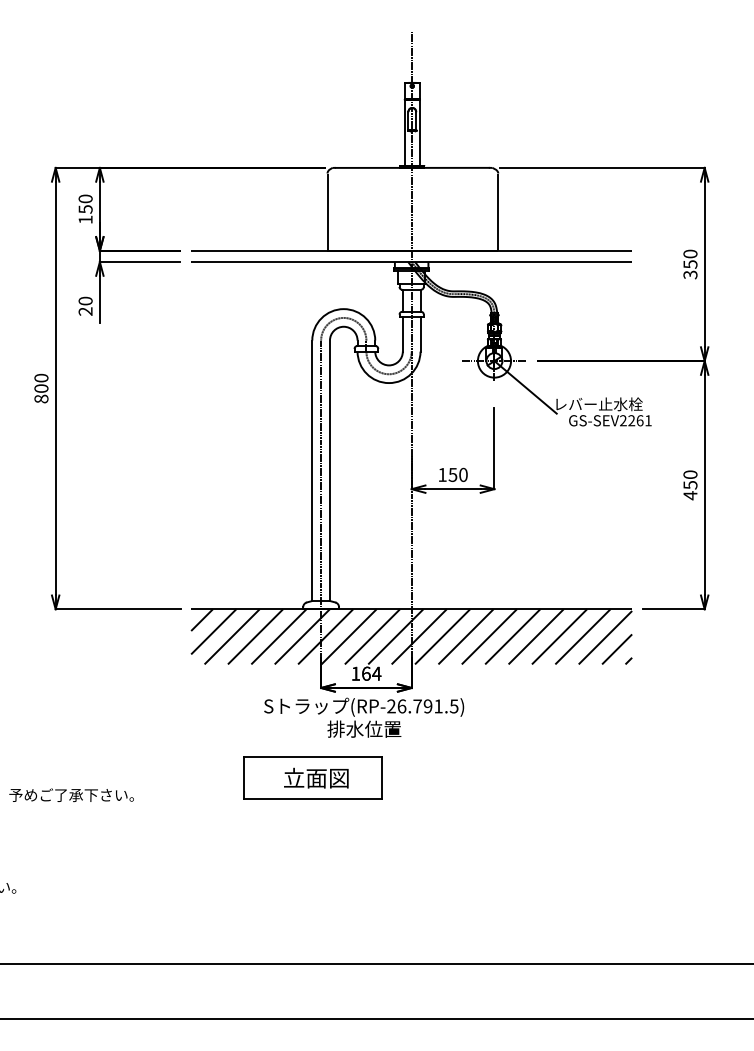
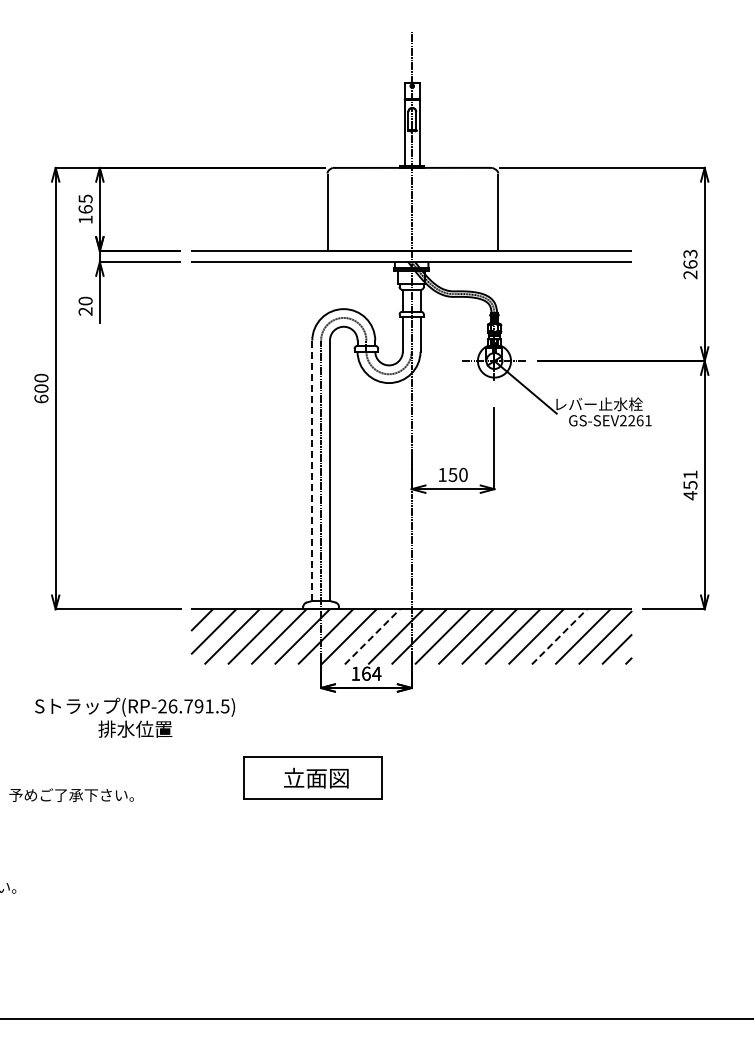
text at (85, 203): 150 -> 165
text at (690, 264): 350 -> 263
text at (41, 398): 800 -> 600
line at (312, 470): solid -> dashed
text at (690, 474): 450 -> 451
line at (372, 636): solid -> dashed
line at (559, 636): solid -> dashed
text at (364, 717) position: (364, 717) -> (135, 717)
line at (376, 964): present -> none
